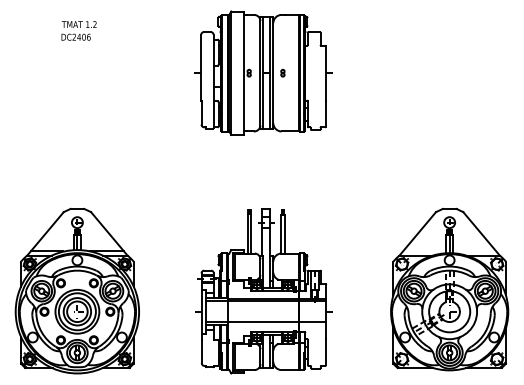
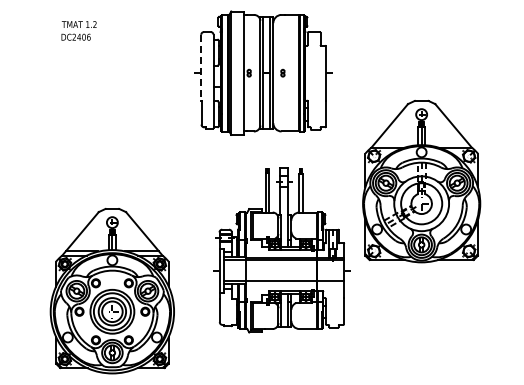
line at (201, 68): solid -> dashed
part at (449, 289) position: (449, 289) -> (421, 181)
part at (76, 291) position: (76, 291) -> (111, 291)
part at (263, 291) position: (263, 291) -> (281, 250)
